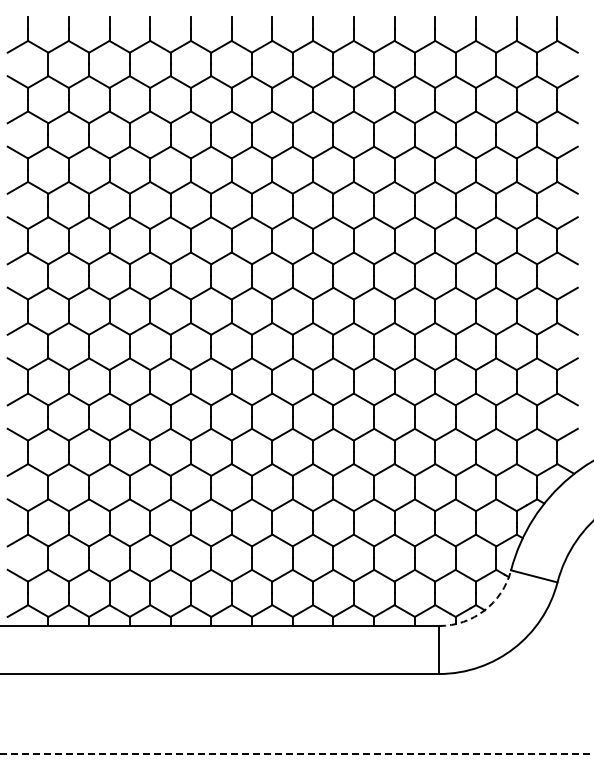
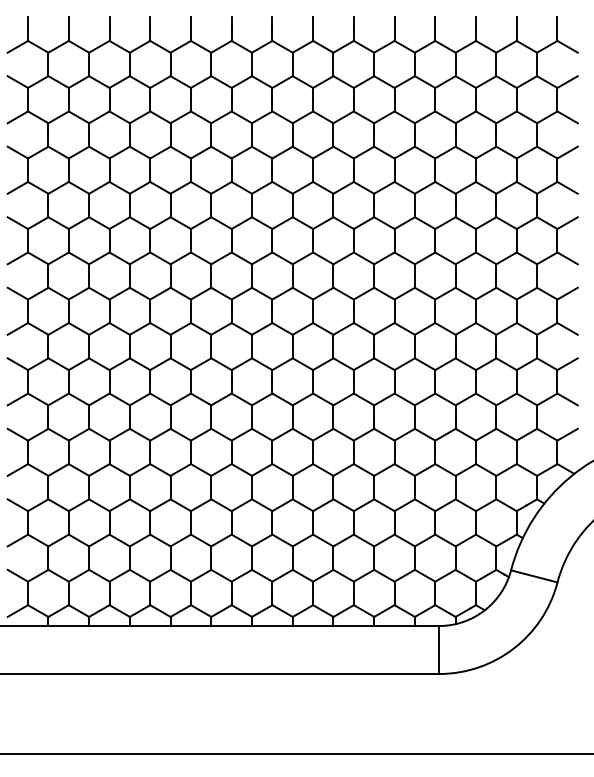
arc at (484, 610): dashed -> solid
line at (297, 753): dashed -> solid
